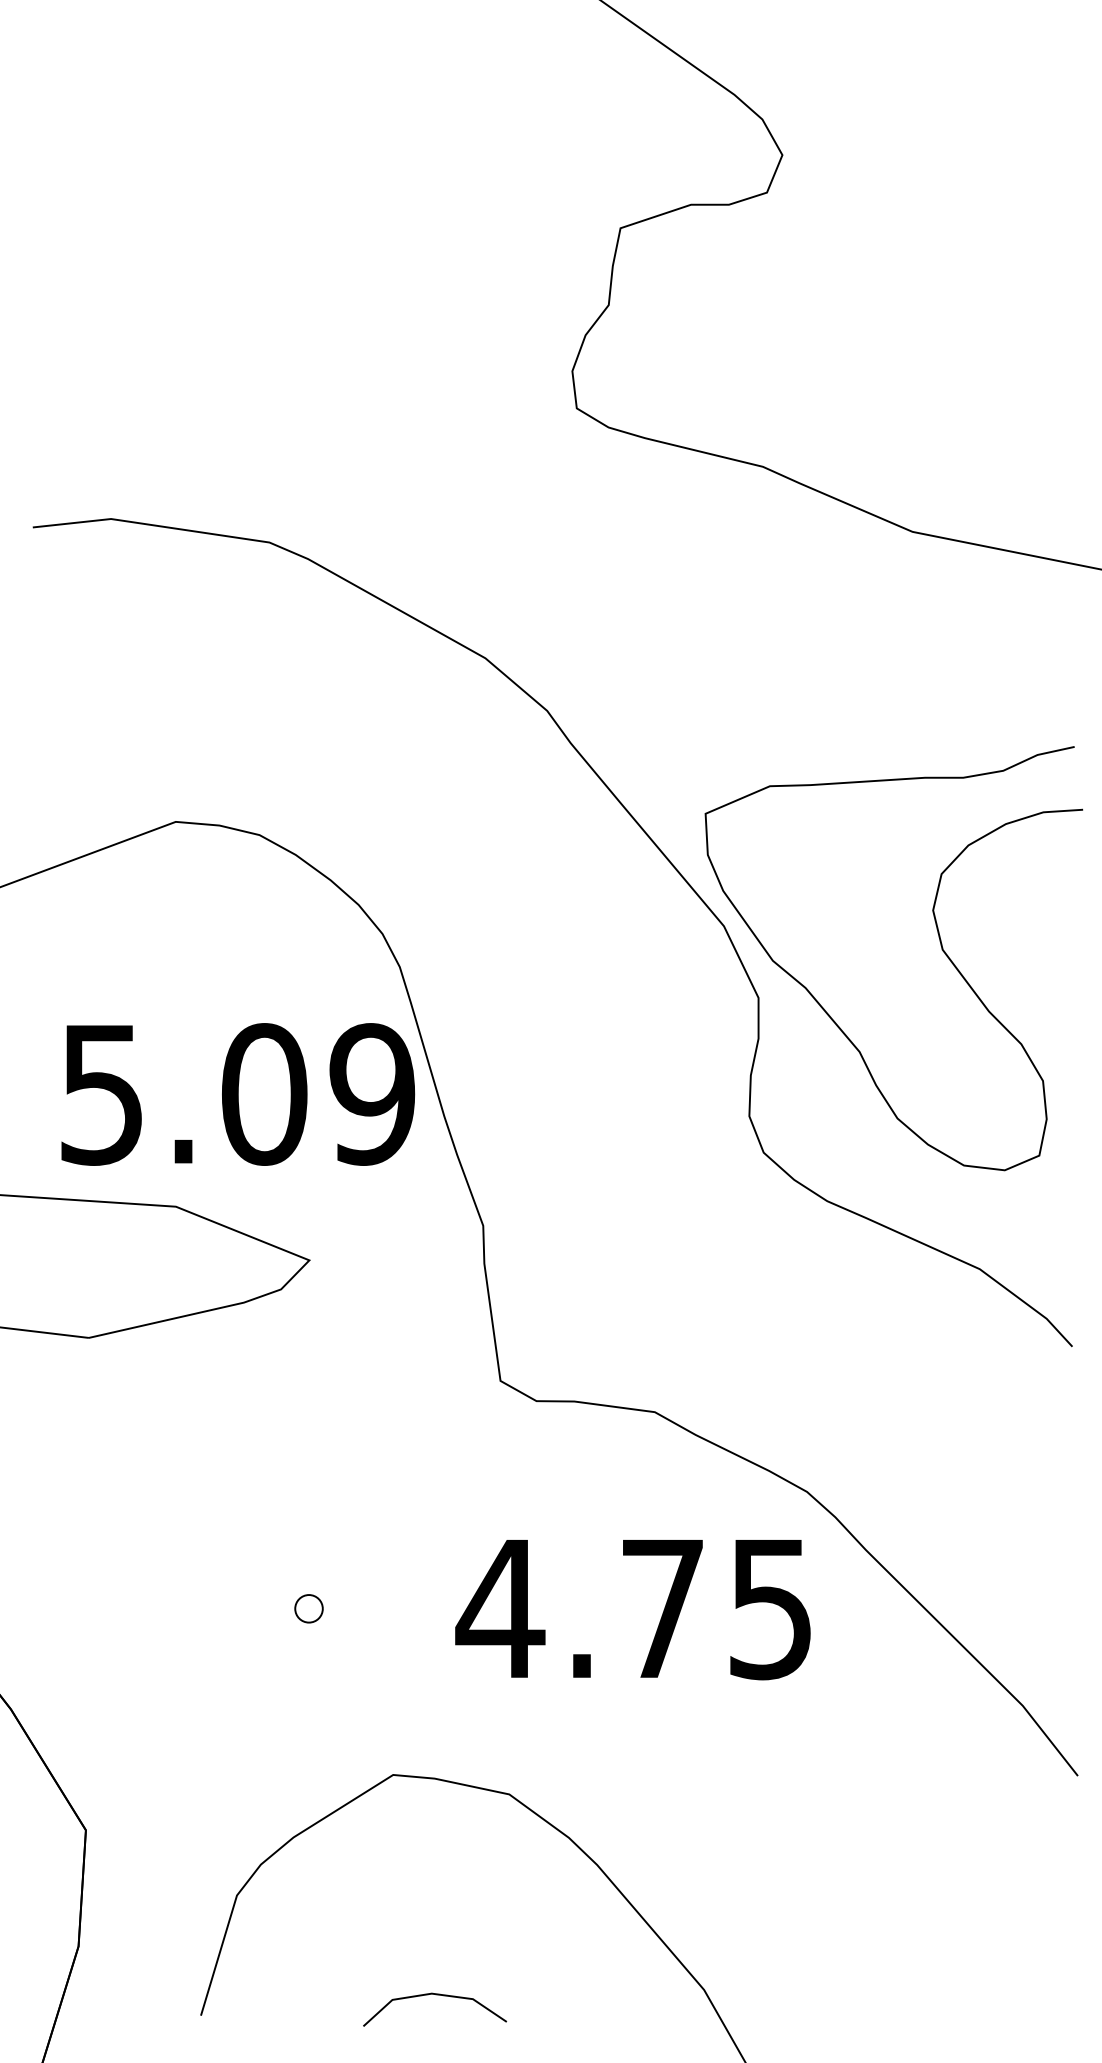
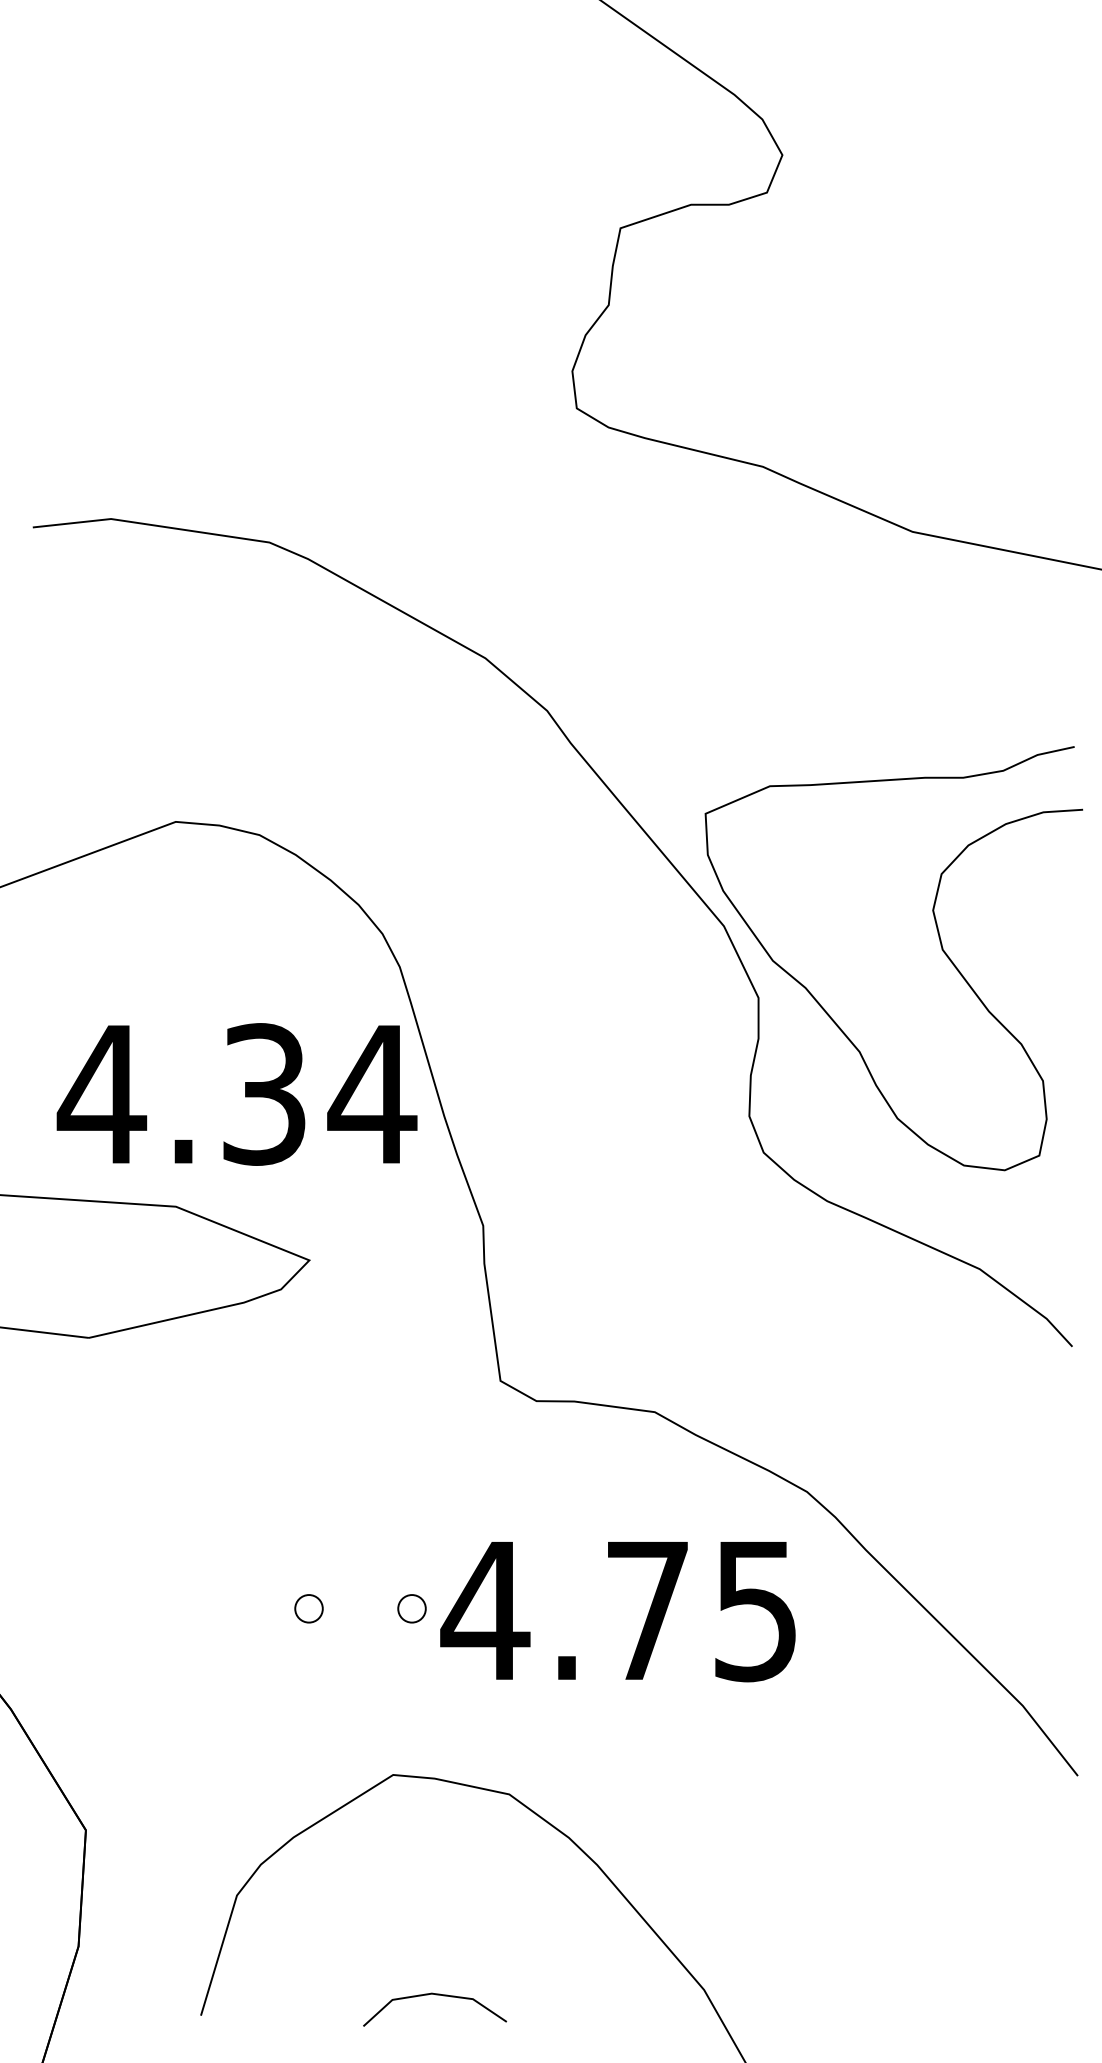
text at (236, 1094): 5.09 -> 4.34
part at (411, 1608): none -> present
text at (632, 1610) position: (632, 1610) -> (617, 1612)
